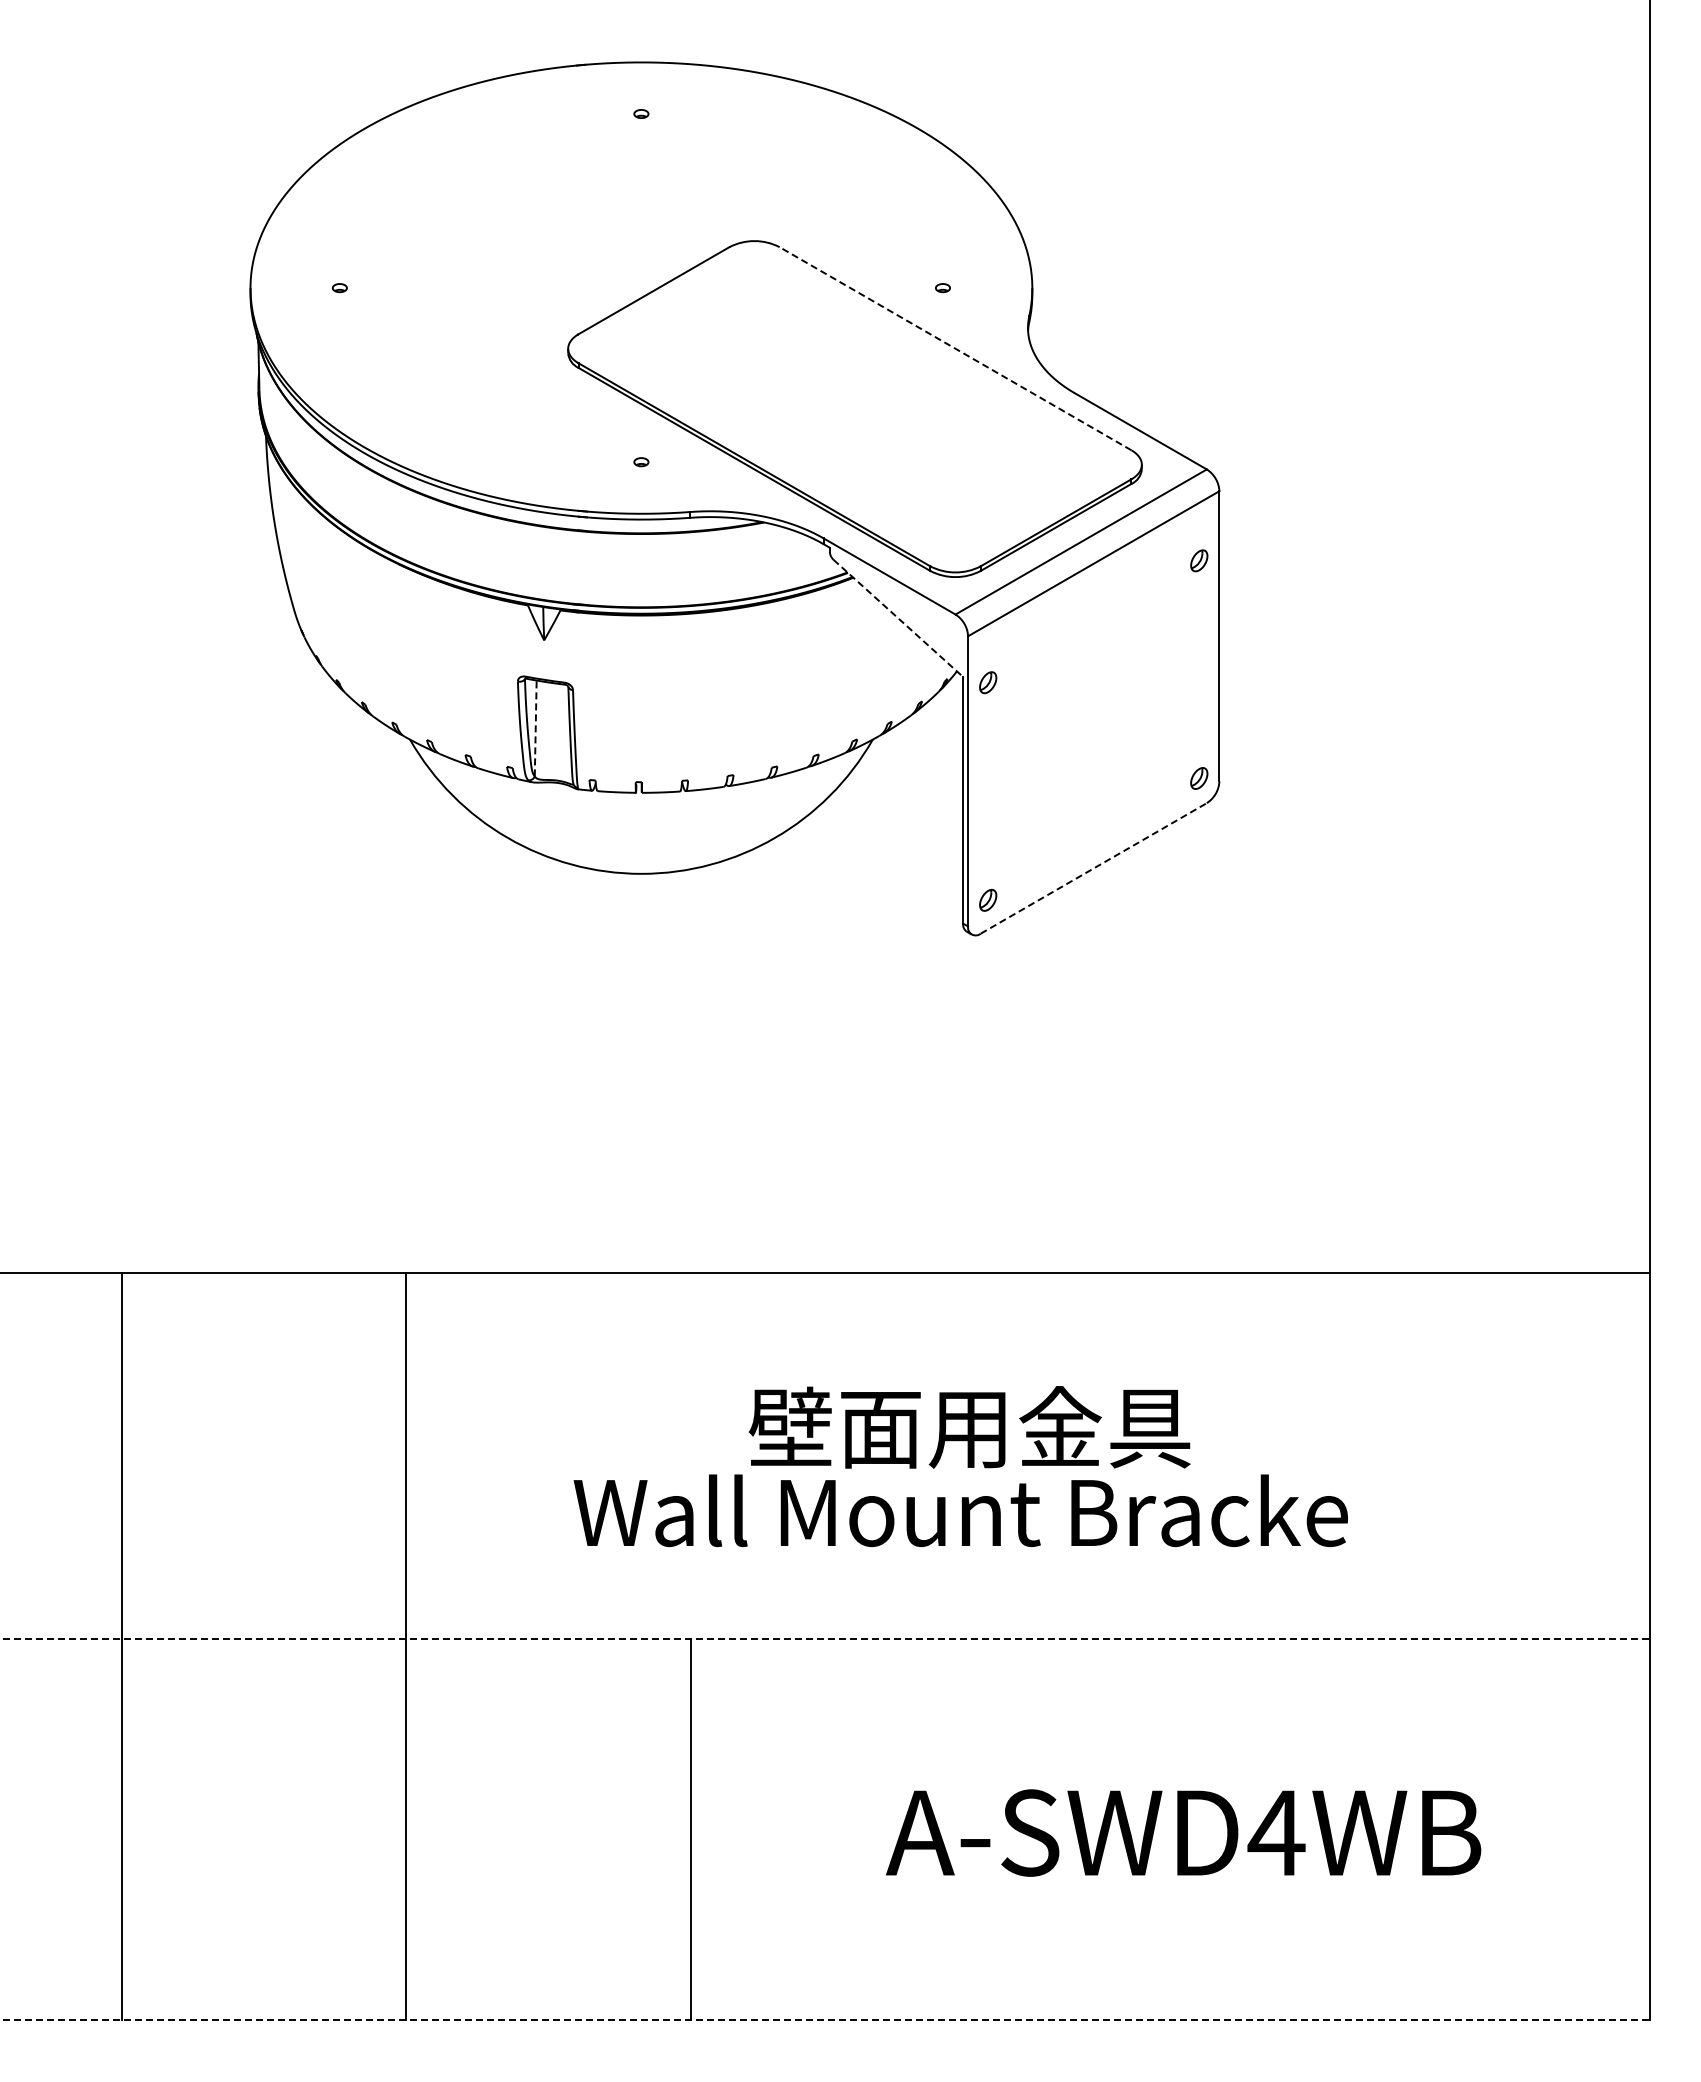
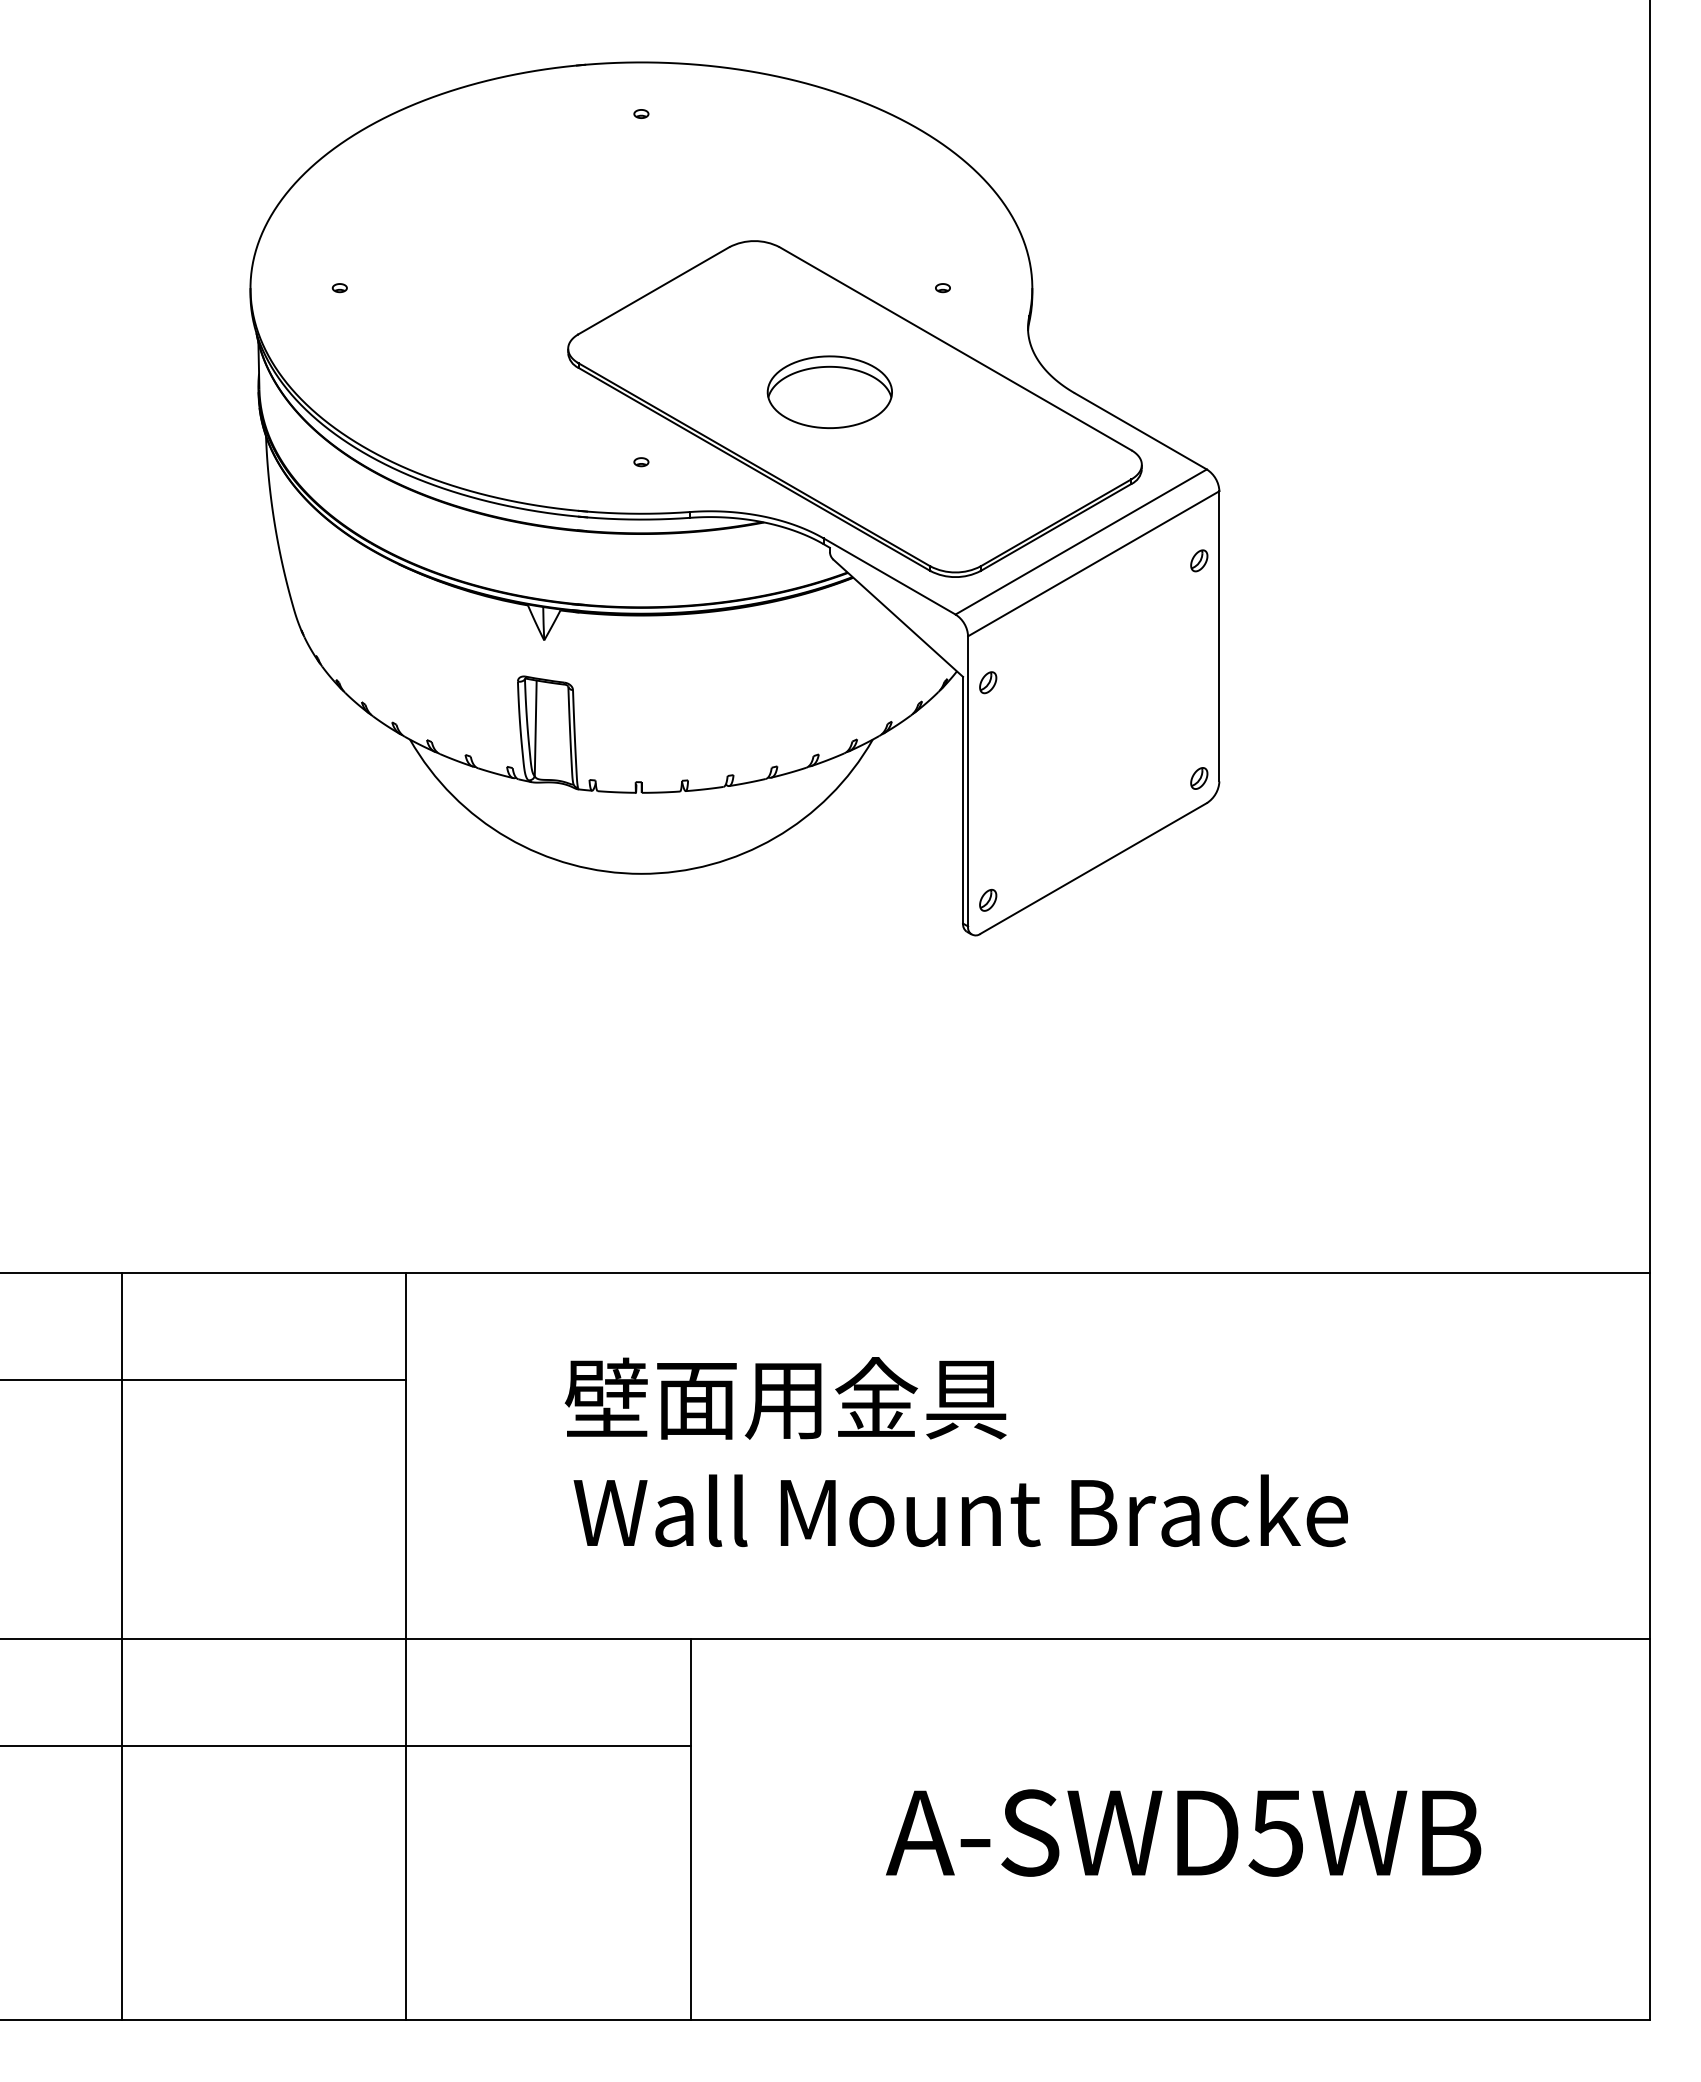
line at (955, 348): dashed -> solid
part at (829, 391): none -> present
line at (898, 618): dashed -> solid
line at (535, 728): dashed -> solid
line at (1093, 868): dashed -> solid
line at (204, 1379): none -> present
text at (969, 1427) position: (969, 1427) -> (785, 1398)
line at (825, 1639): dashed -> solid
line at (346, 1745): none -> present
text at (1276, 1833): A-SWD4WB -> A-SWD5WB
line at (825, 2019): dashed -> solid
